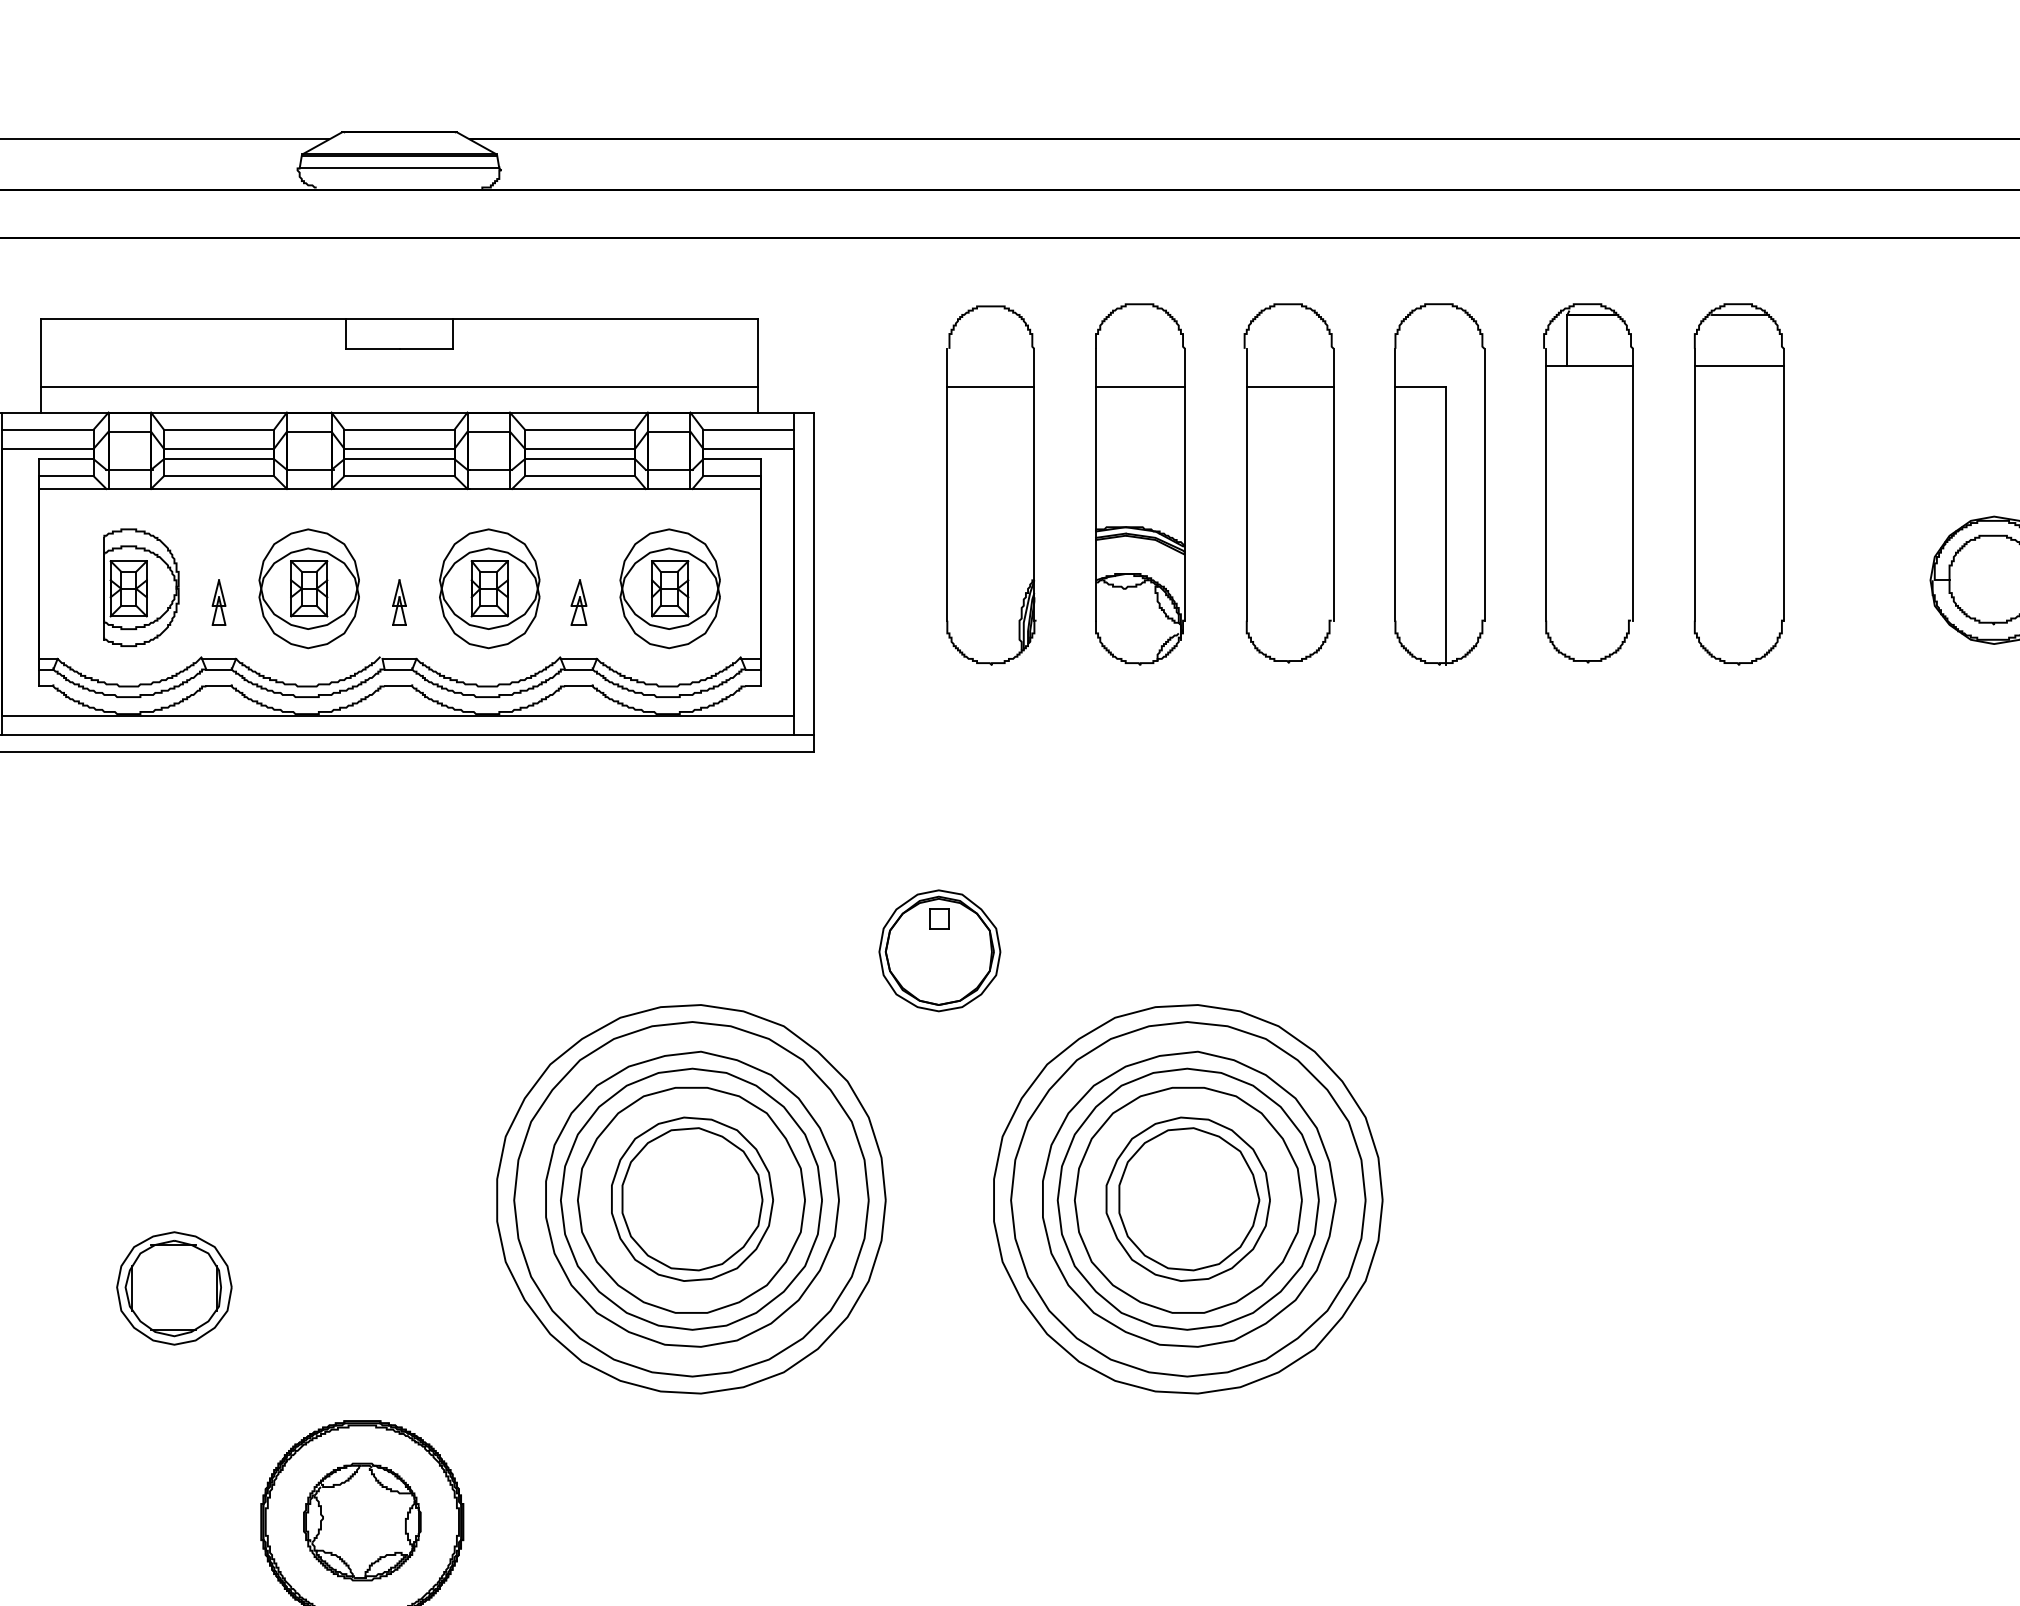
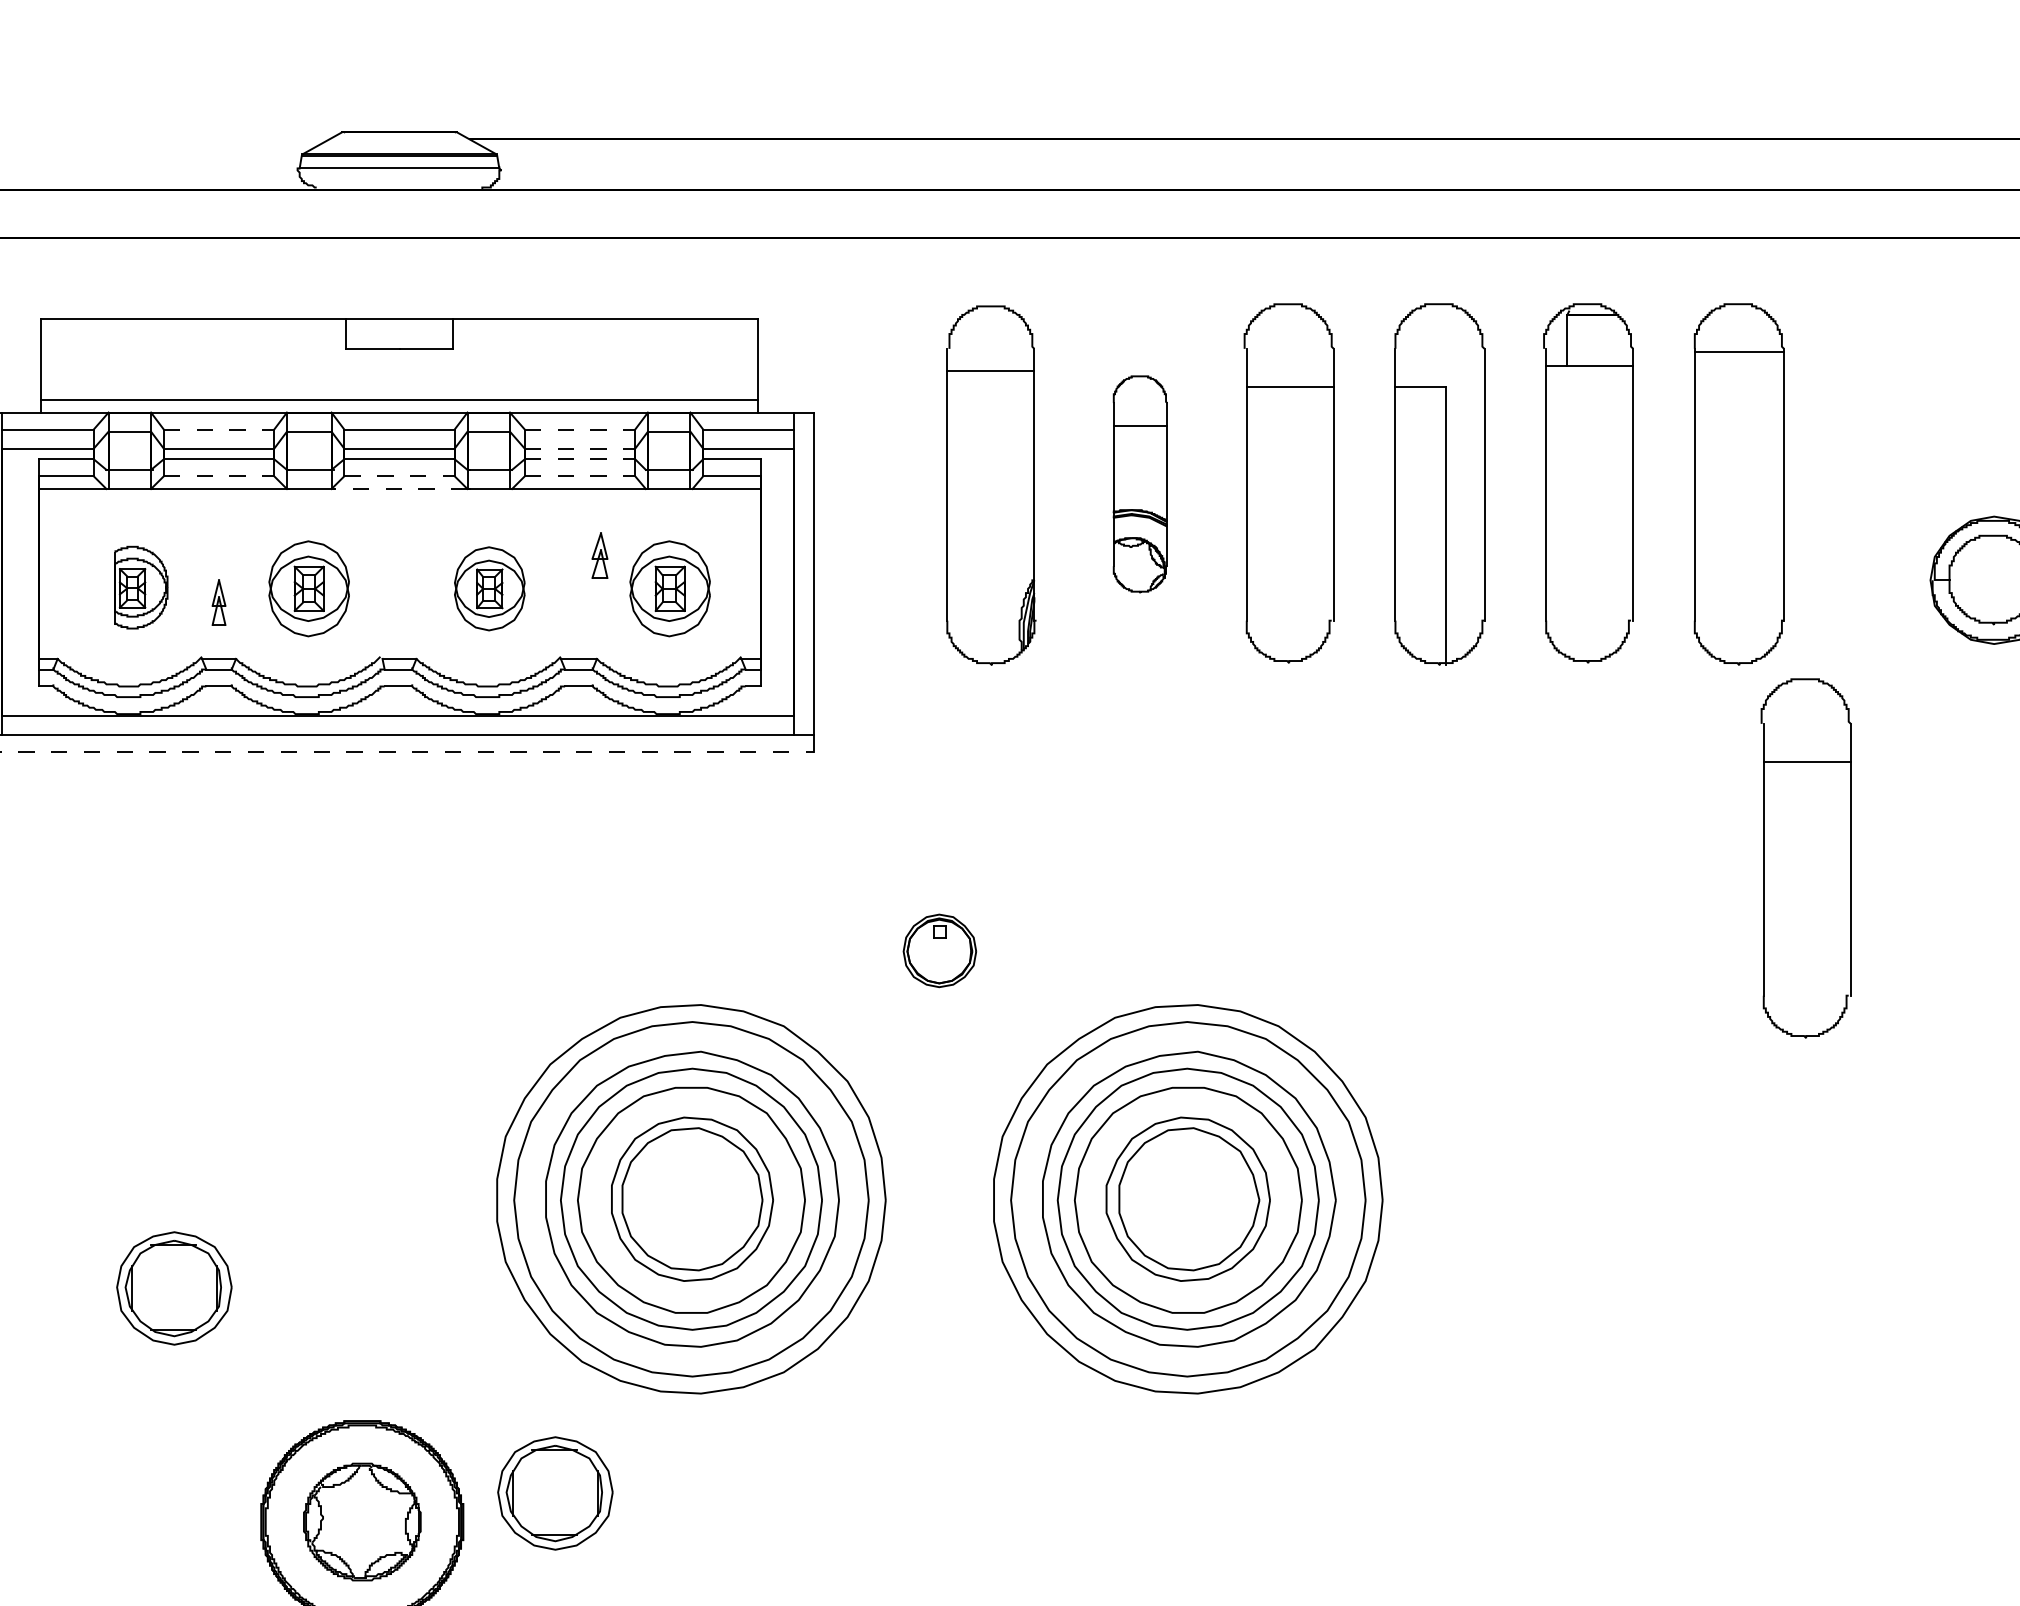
line at (165, 138): present -> none
line at (1738, 314): present -> none
line at (1739, 365) position: (1739, 365) -> (1739, 351)
line at (399, 387) position: (399, 387) -> (399, 400)
line at (990, 387) position: (990, 387) -> (990, 371)
line at (219, 429): solid -> dashed
line at (580, 429): solid -> dashed
line at (580, 448): solid -> dashed
line at (580, 459): solid -> dashed
line at (219, 476): solid -> dashed
line at (400, 476): solid -> dashed
line at (580, 476): solid -> dashed
part at (1140, 484) size: 91x363 px -> 56x219 px
line at (399, 489): solid -> dashed
part at (141, 587) size: 77x119 px -> 55x85 px
part at (308, 588) size: 102x122 px -> 82x98 px
part at (489, 588) size: 102x122 px -> 72x86 px
part at (669, 588) size: 102x122 px -> 82x98 px
part at (399, 602): present -> none
part at (578, 602) position: (578, 602) -> (599, 555)
line at (407, 752): solid -> dashed
part at (1764, 858): none -> present
part at (939, 950) size: 124x124 px -> 76x76 px
part at (555, 1493): none -> present
